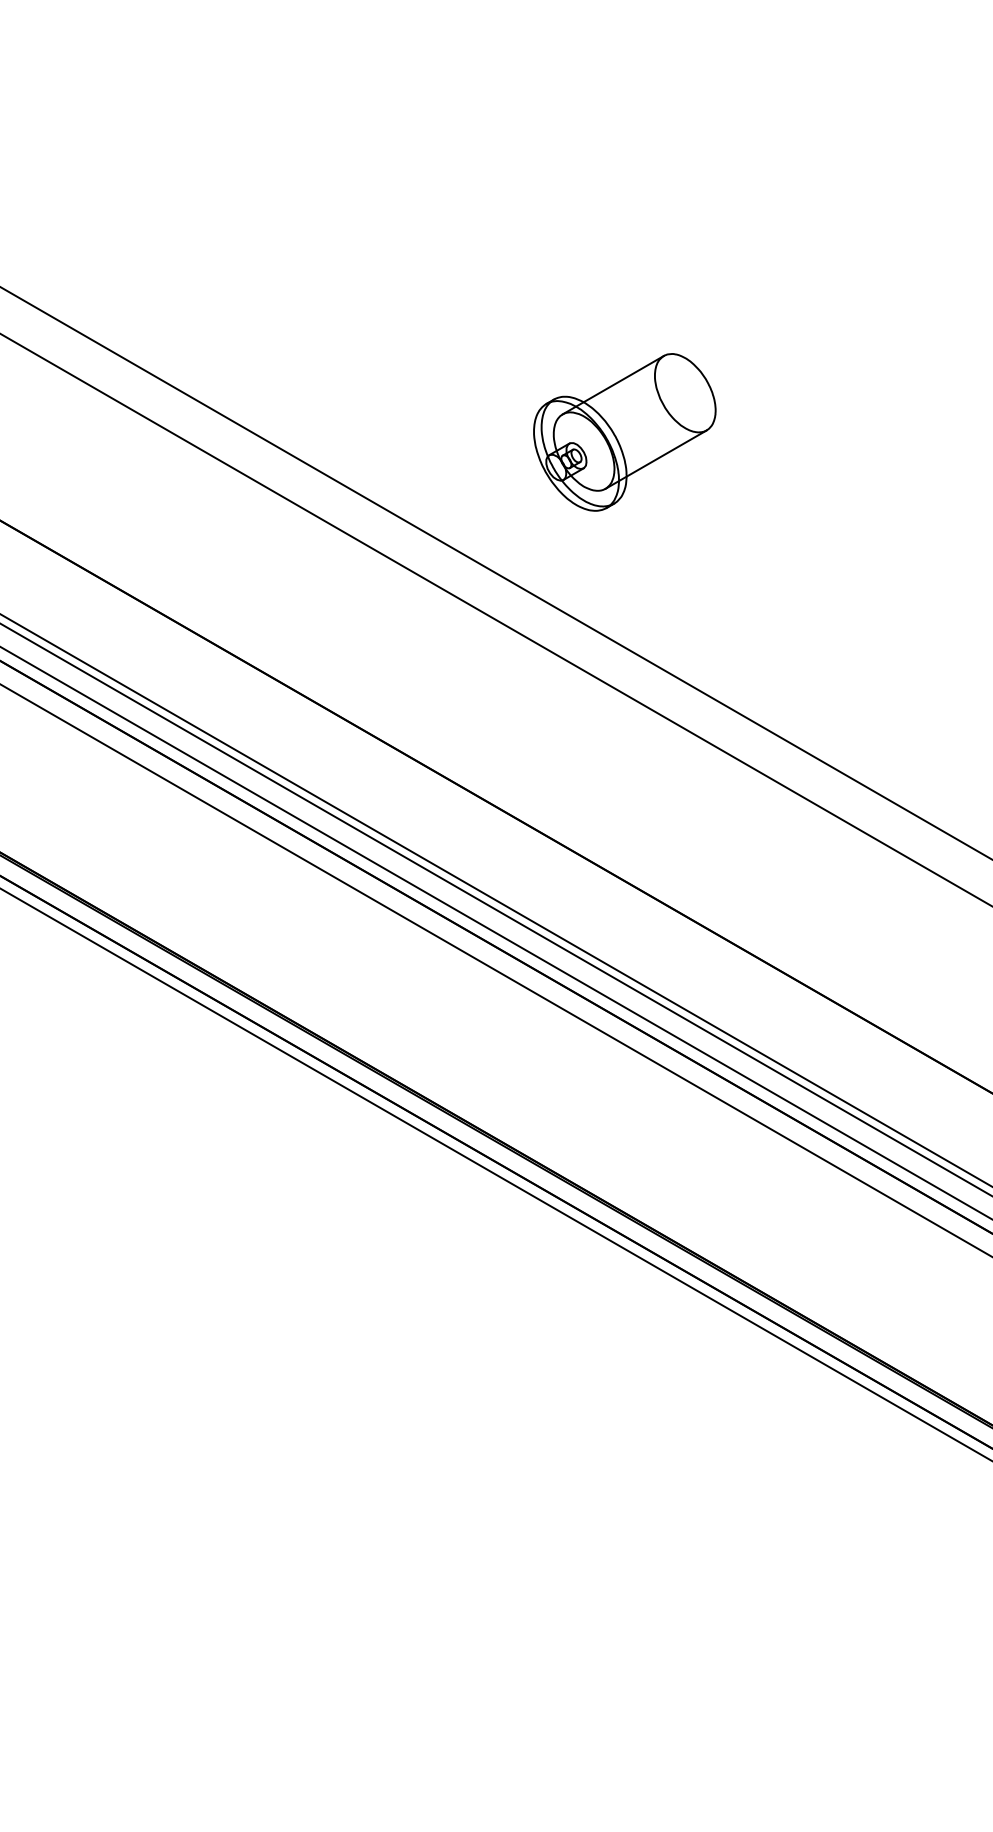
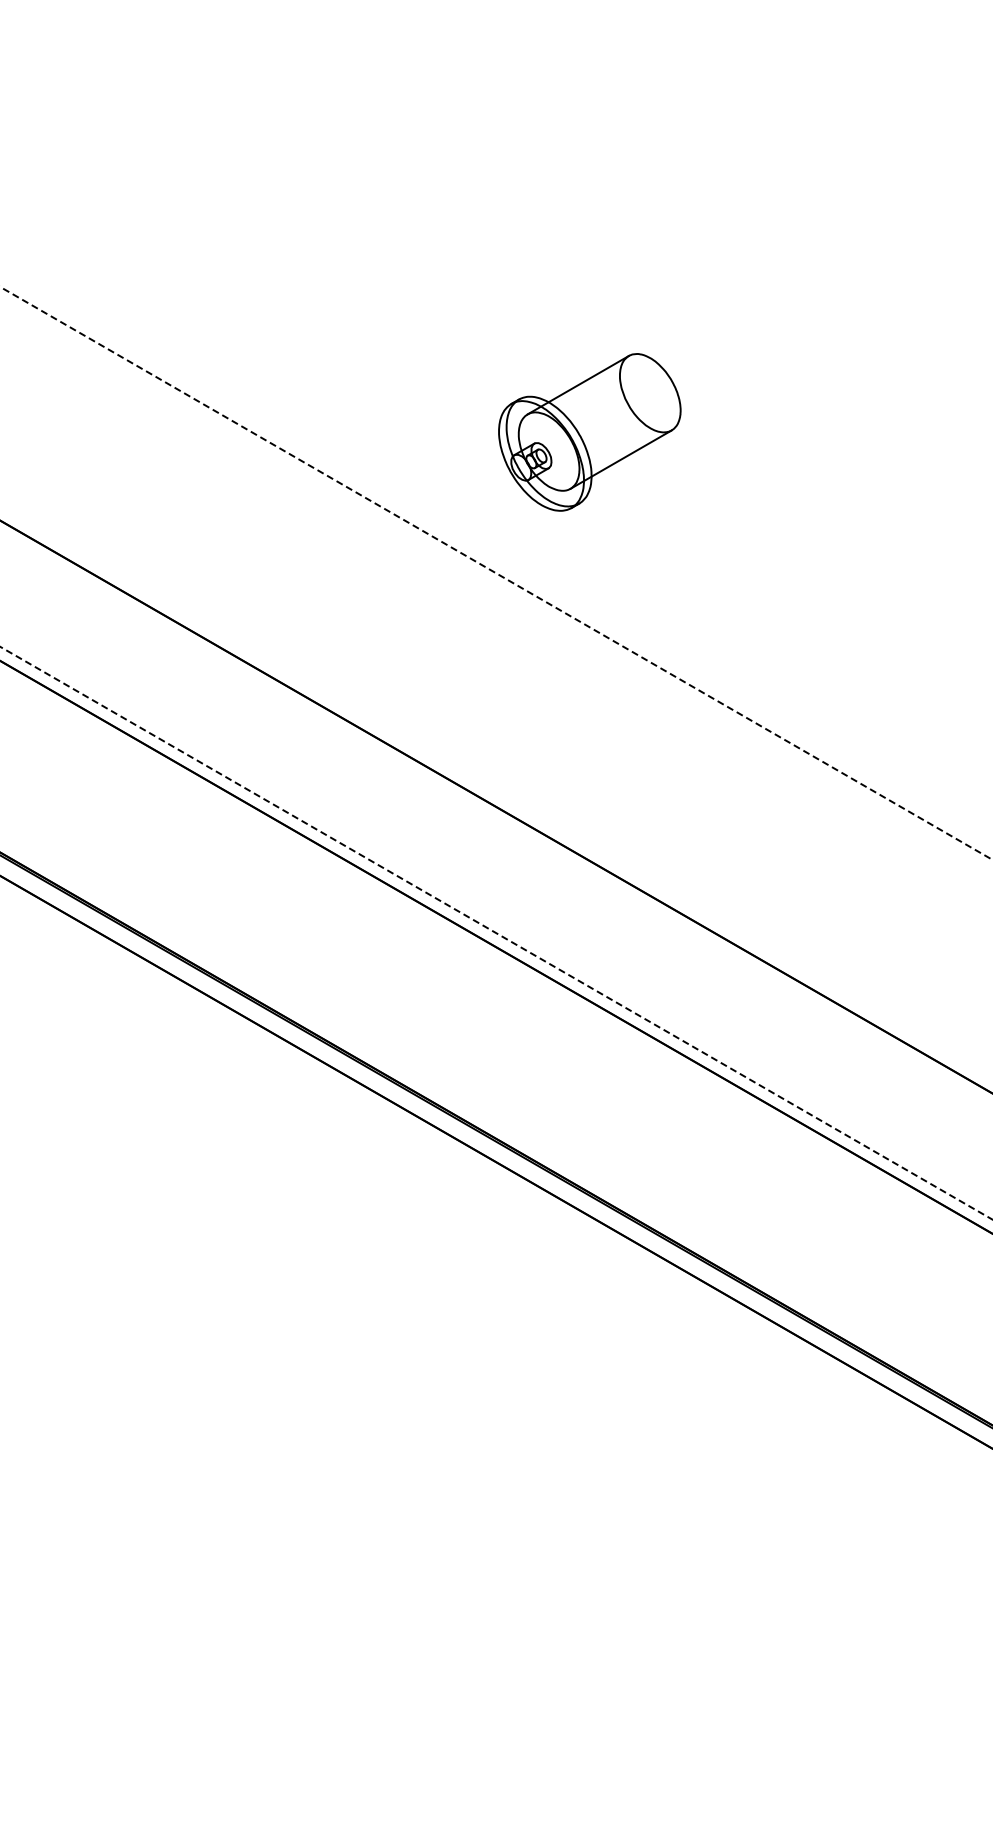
part at (624, 432) position: (624, 432) -> (589, 432)
line at (496, 573): solid -> dashed
line at (495, 619): present -> none
line at (495, 900): present -> none
line at (495, 909): present -> none
line at (496, 933): solid -> dashed
line at (495, 970): present -> none
line at (495, 1174): present -> none
